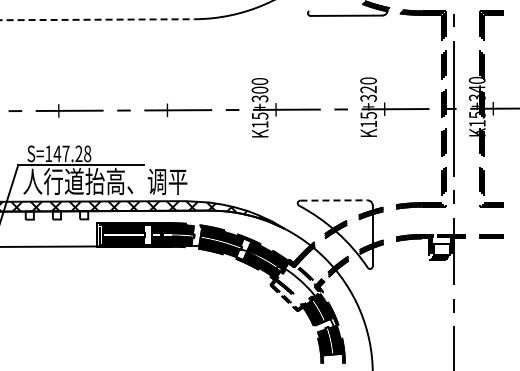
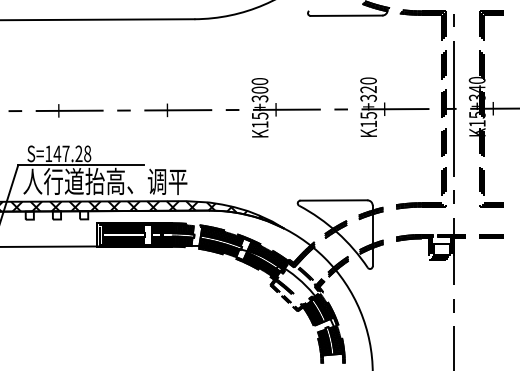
line at (97, 19): dashed -> solid
line at (334, 200): dashed -> solid
